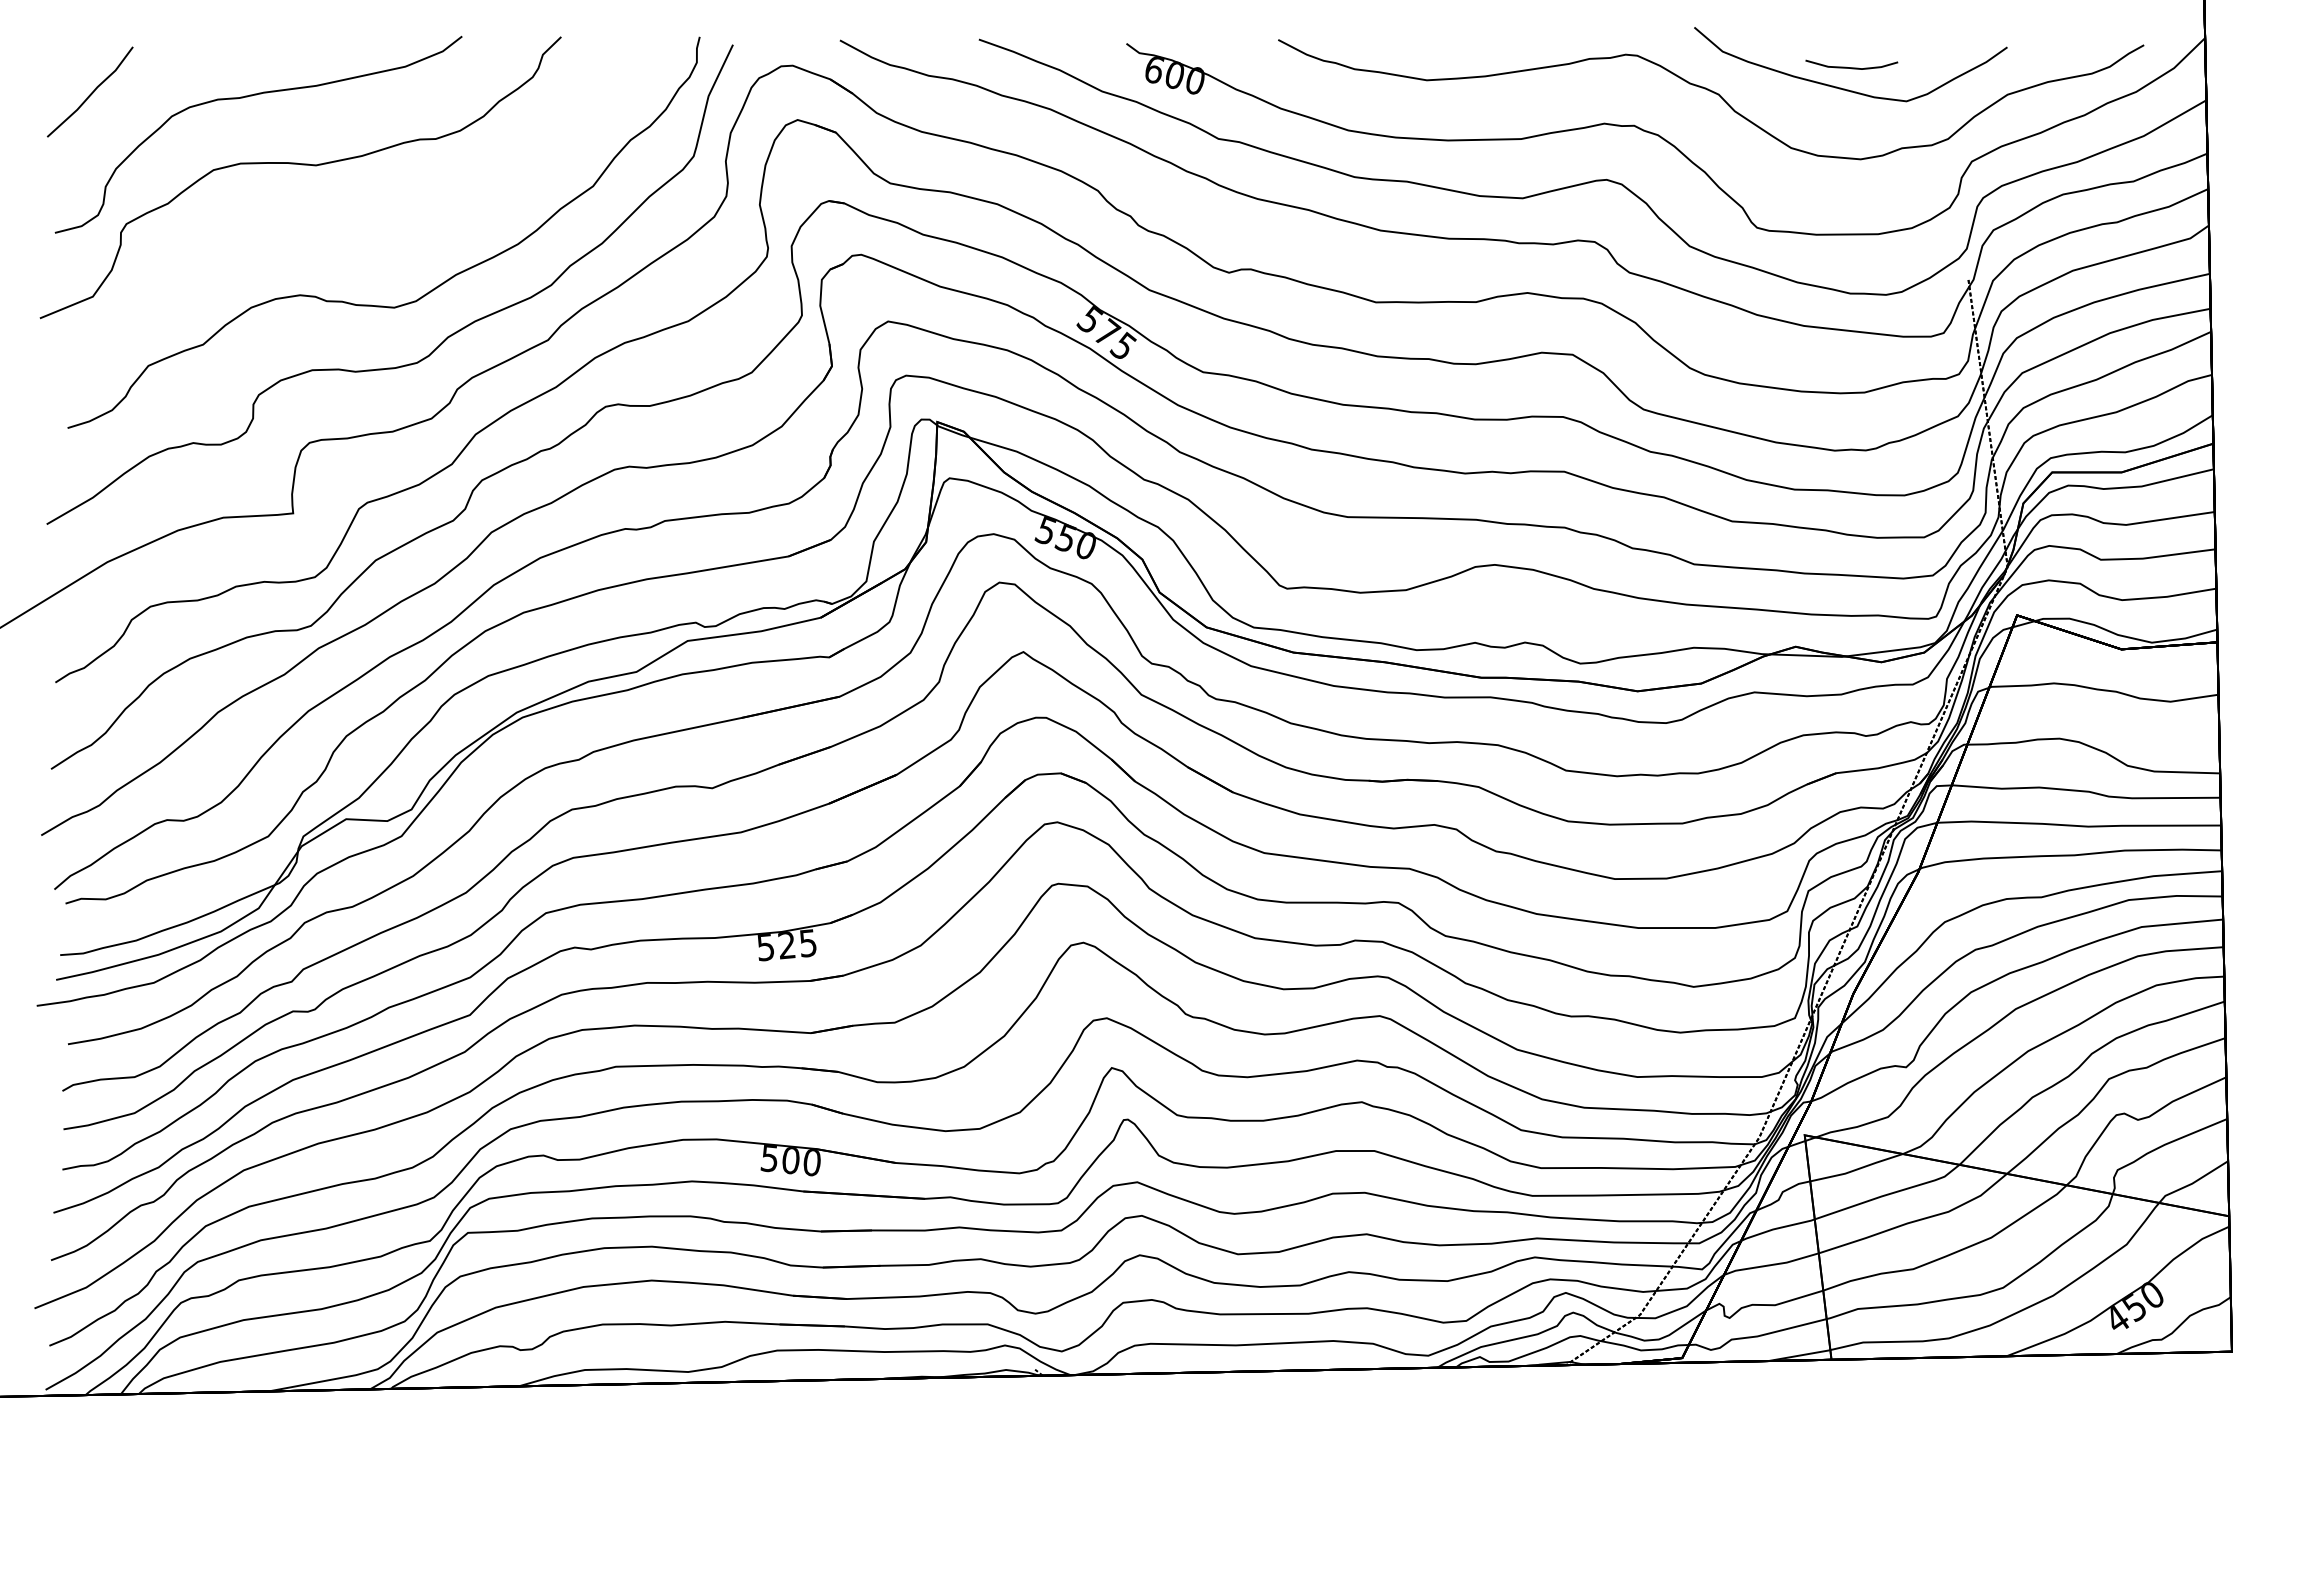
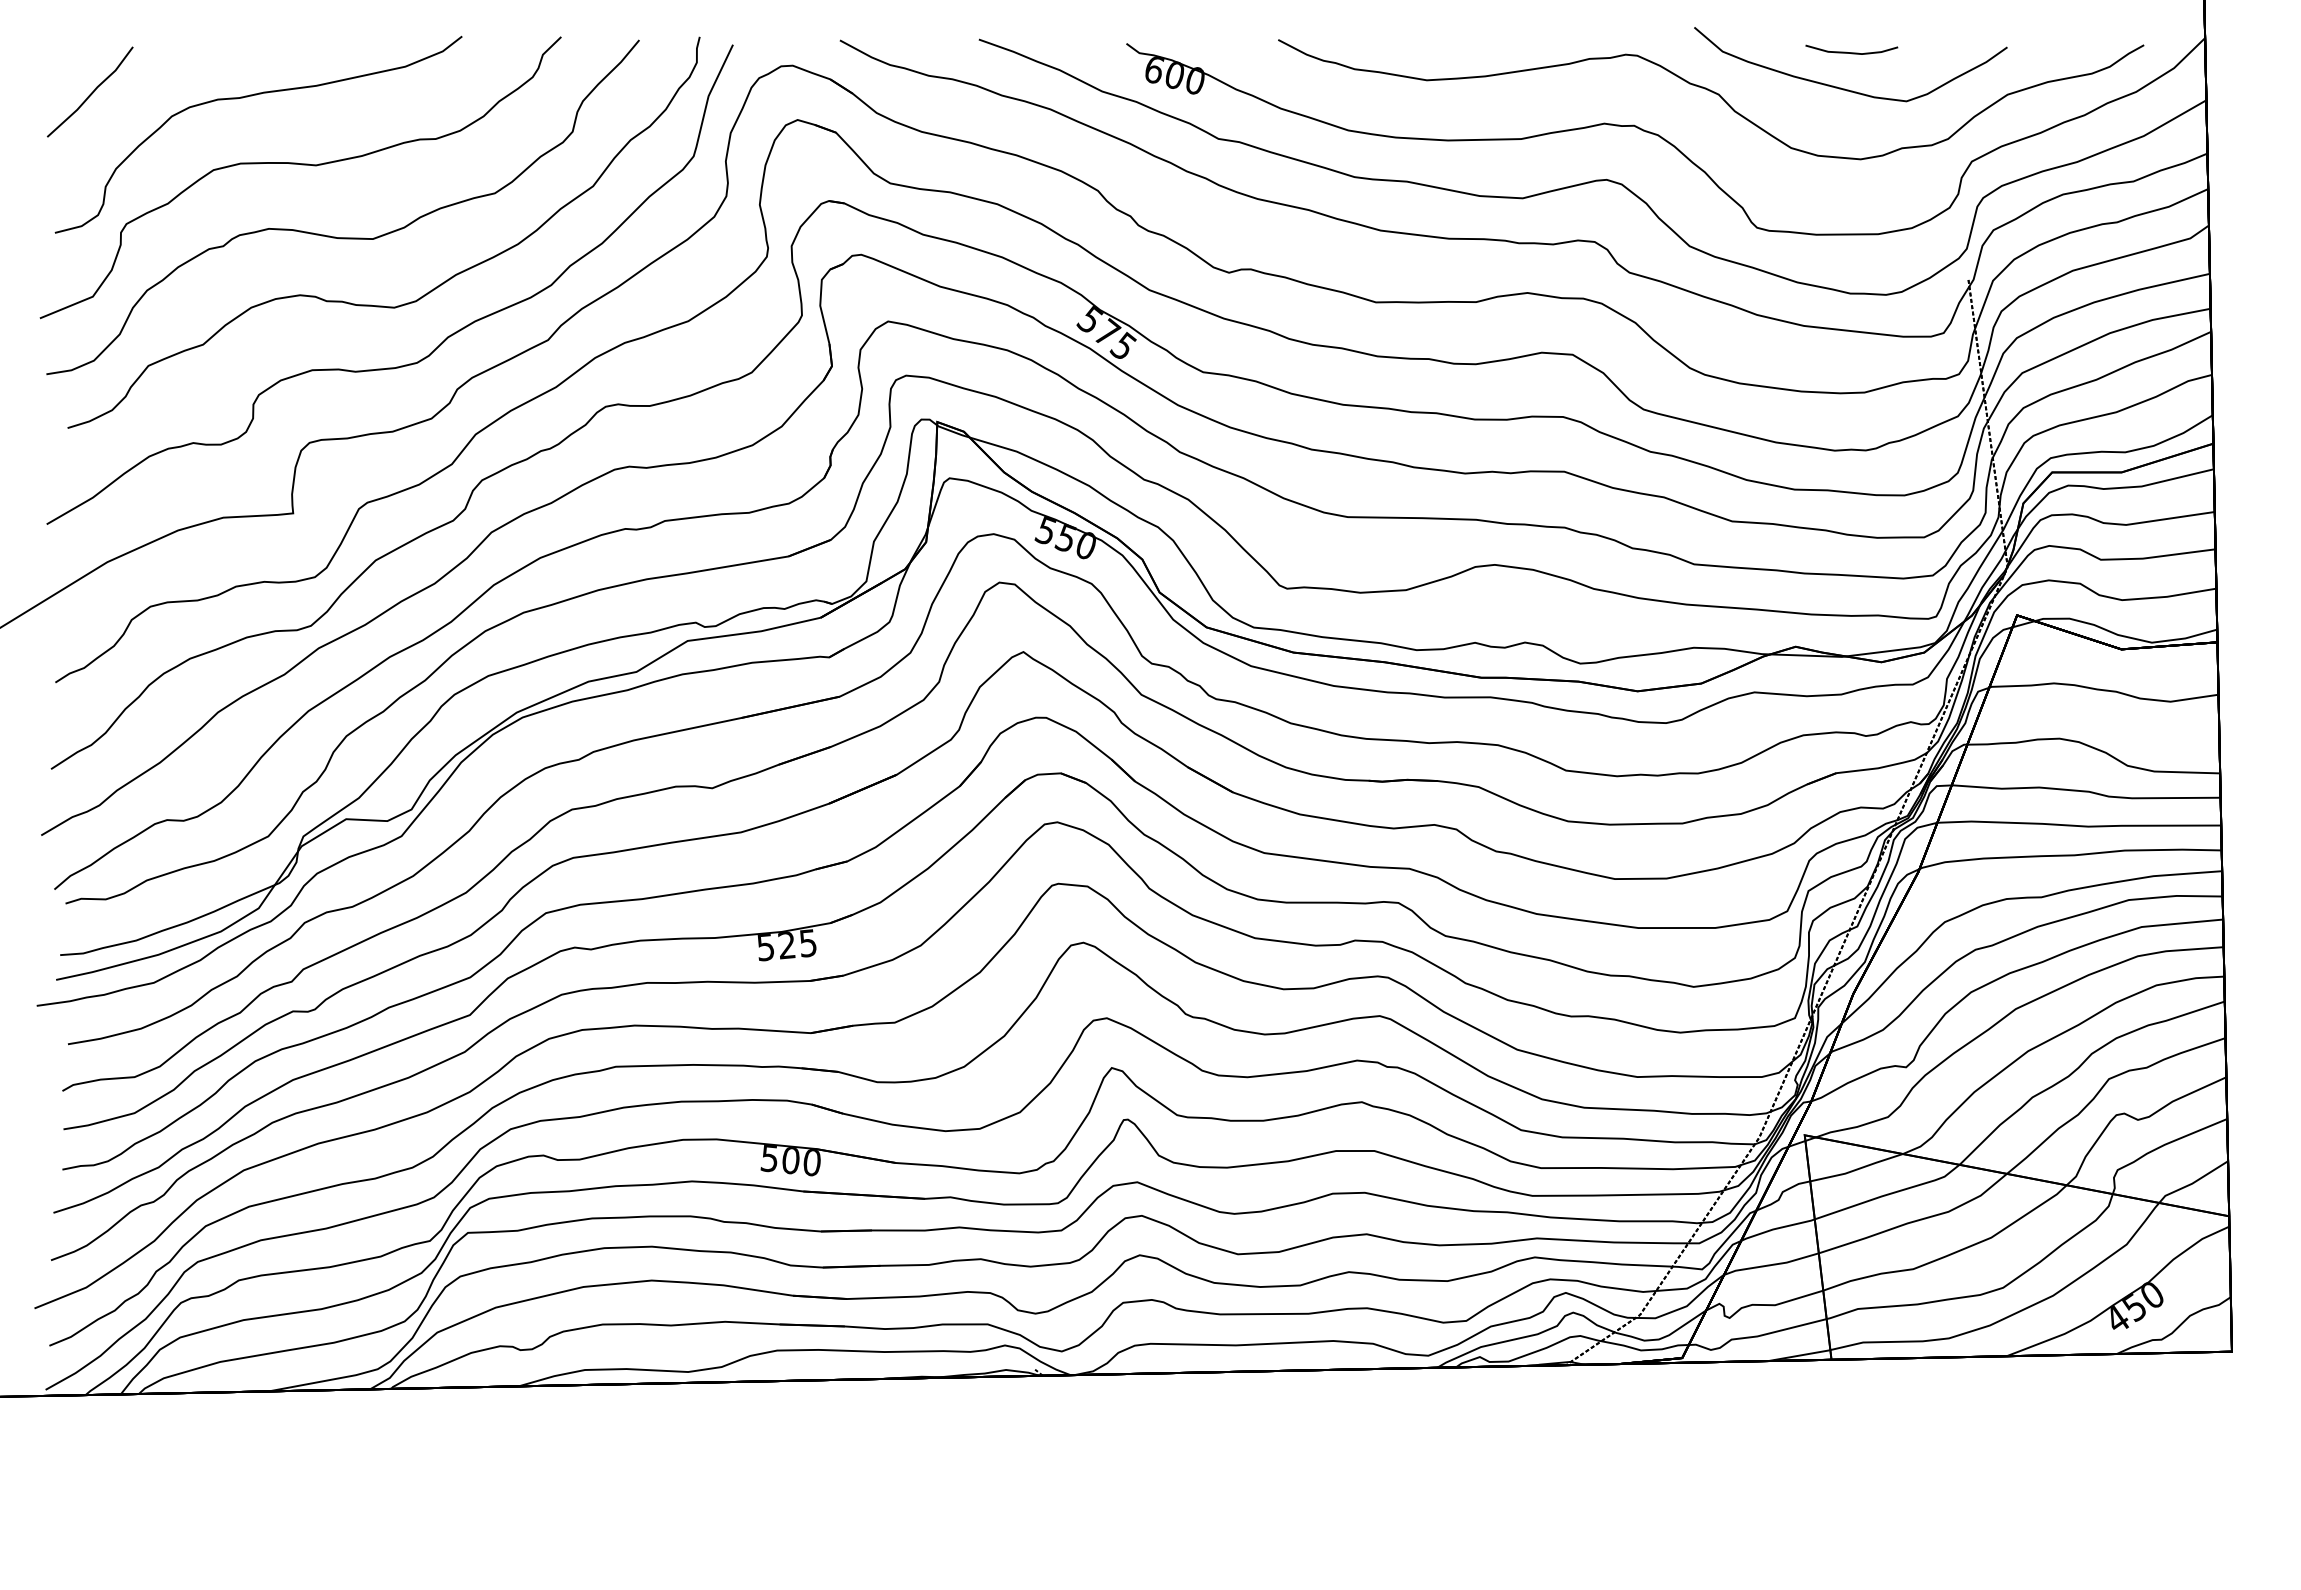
curve at (1851, 67) position: (1851, 67) -> (1851, 52)
curve at (335, 236): none -> present
